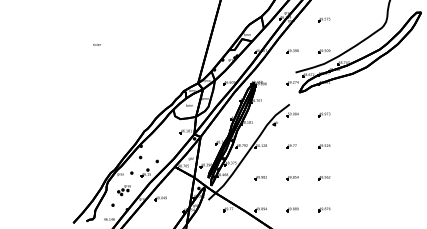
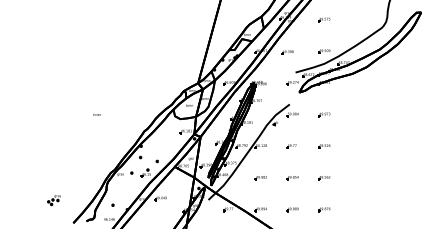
text at (96, 44) position: (96, 44) -> (96, 114)
part at (292, 51) position: (292, 51) -> (287, 52)
part at (123, 190) position: (123, 190) -> (53, 200)
